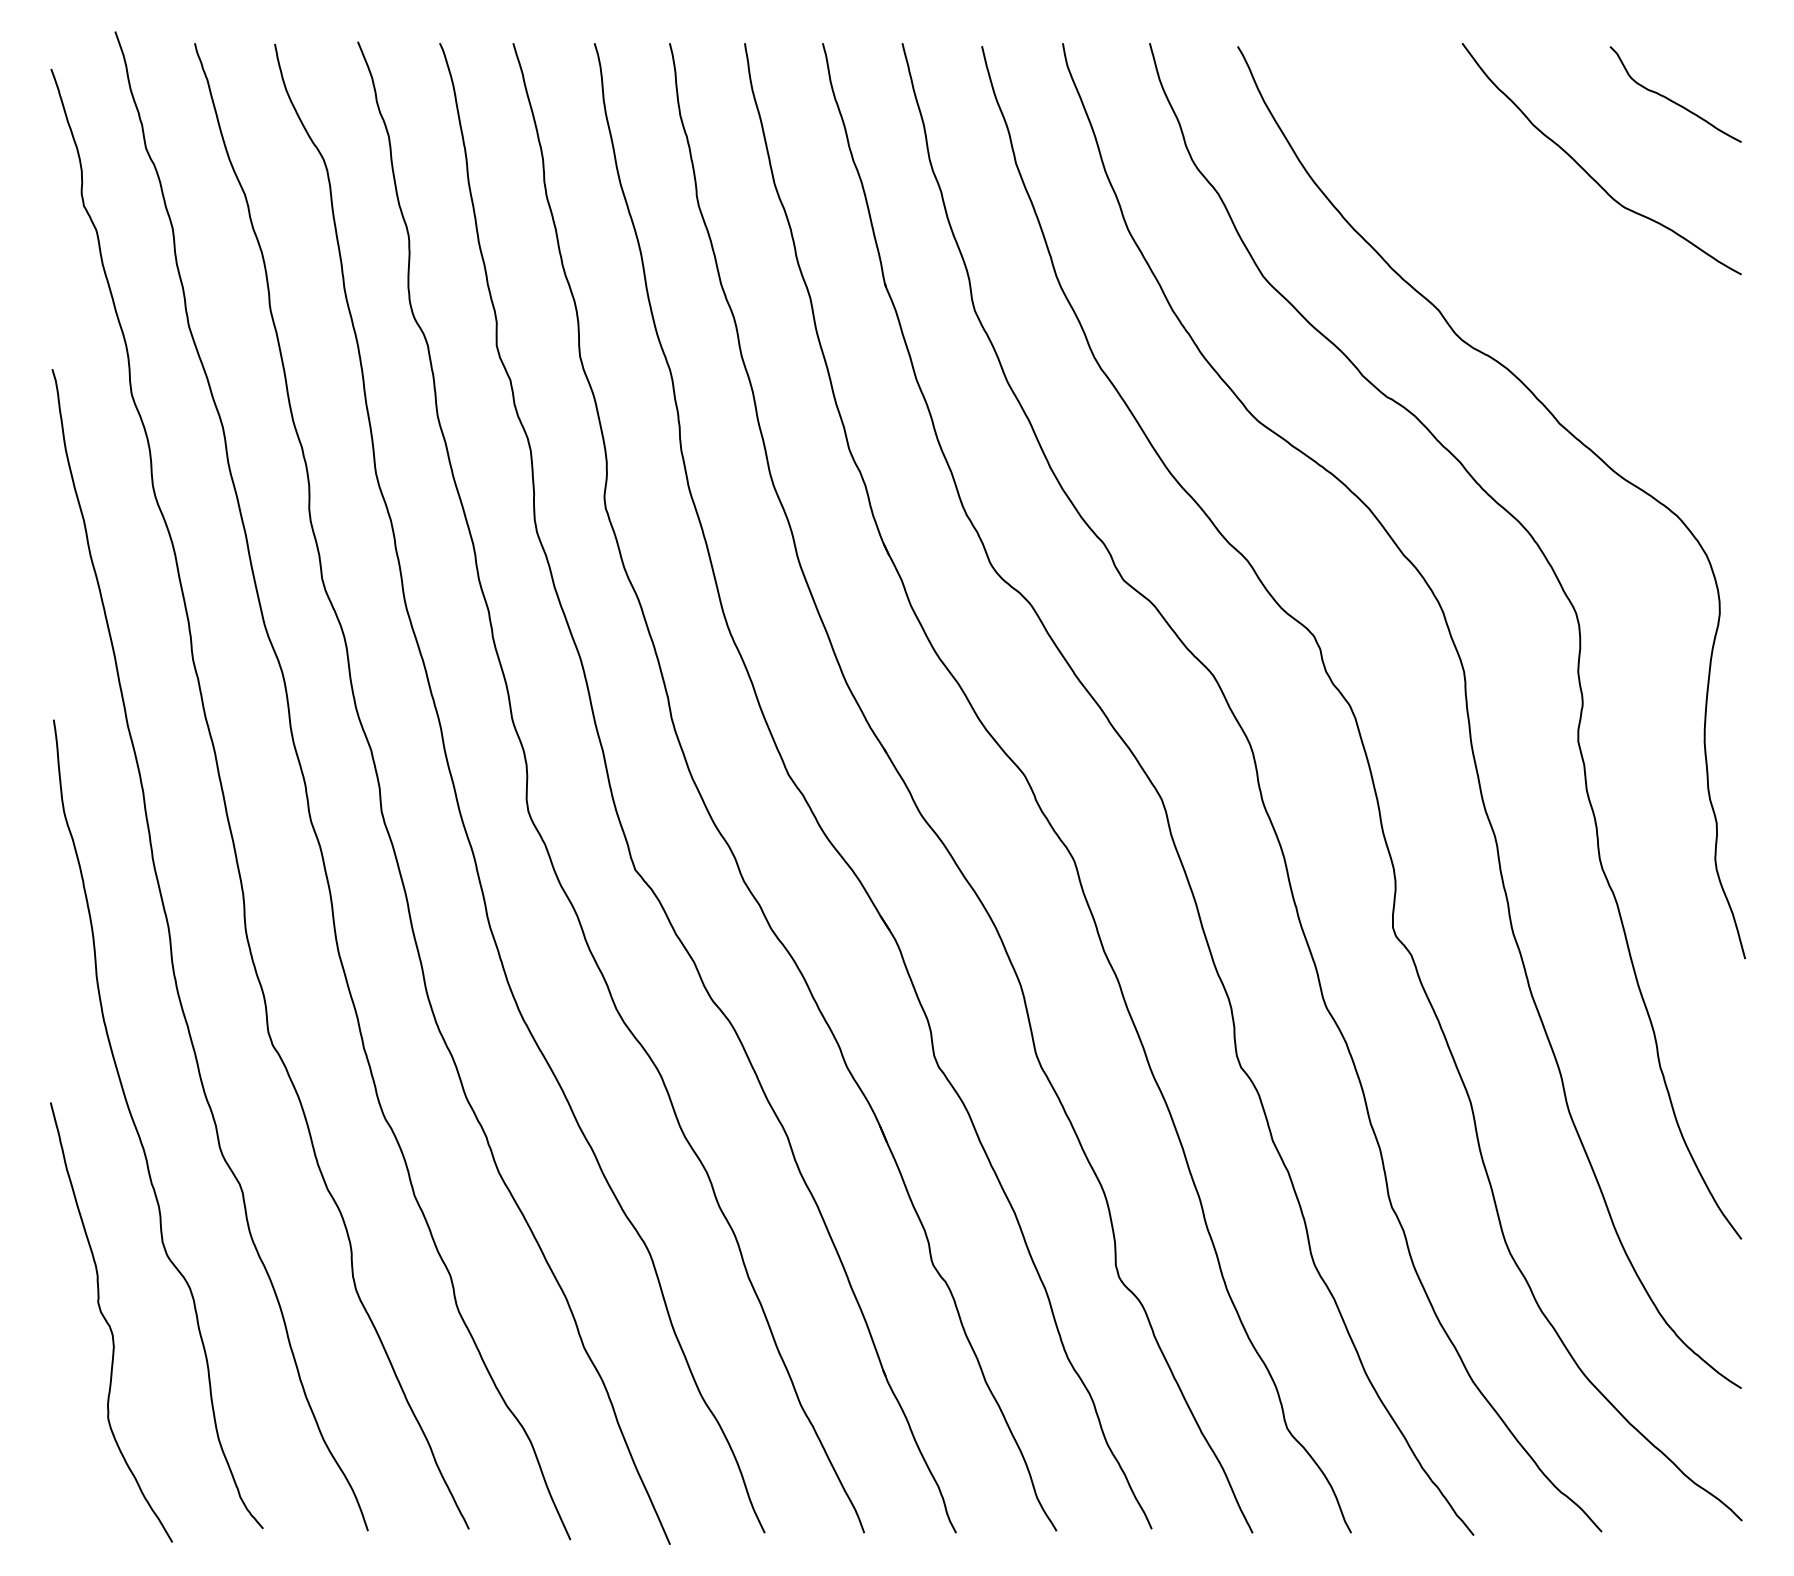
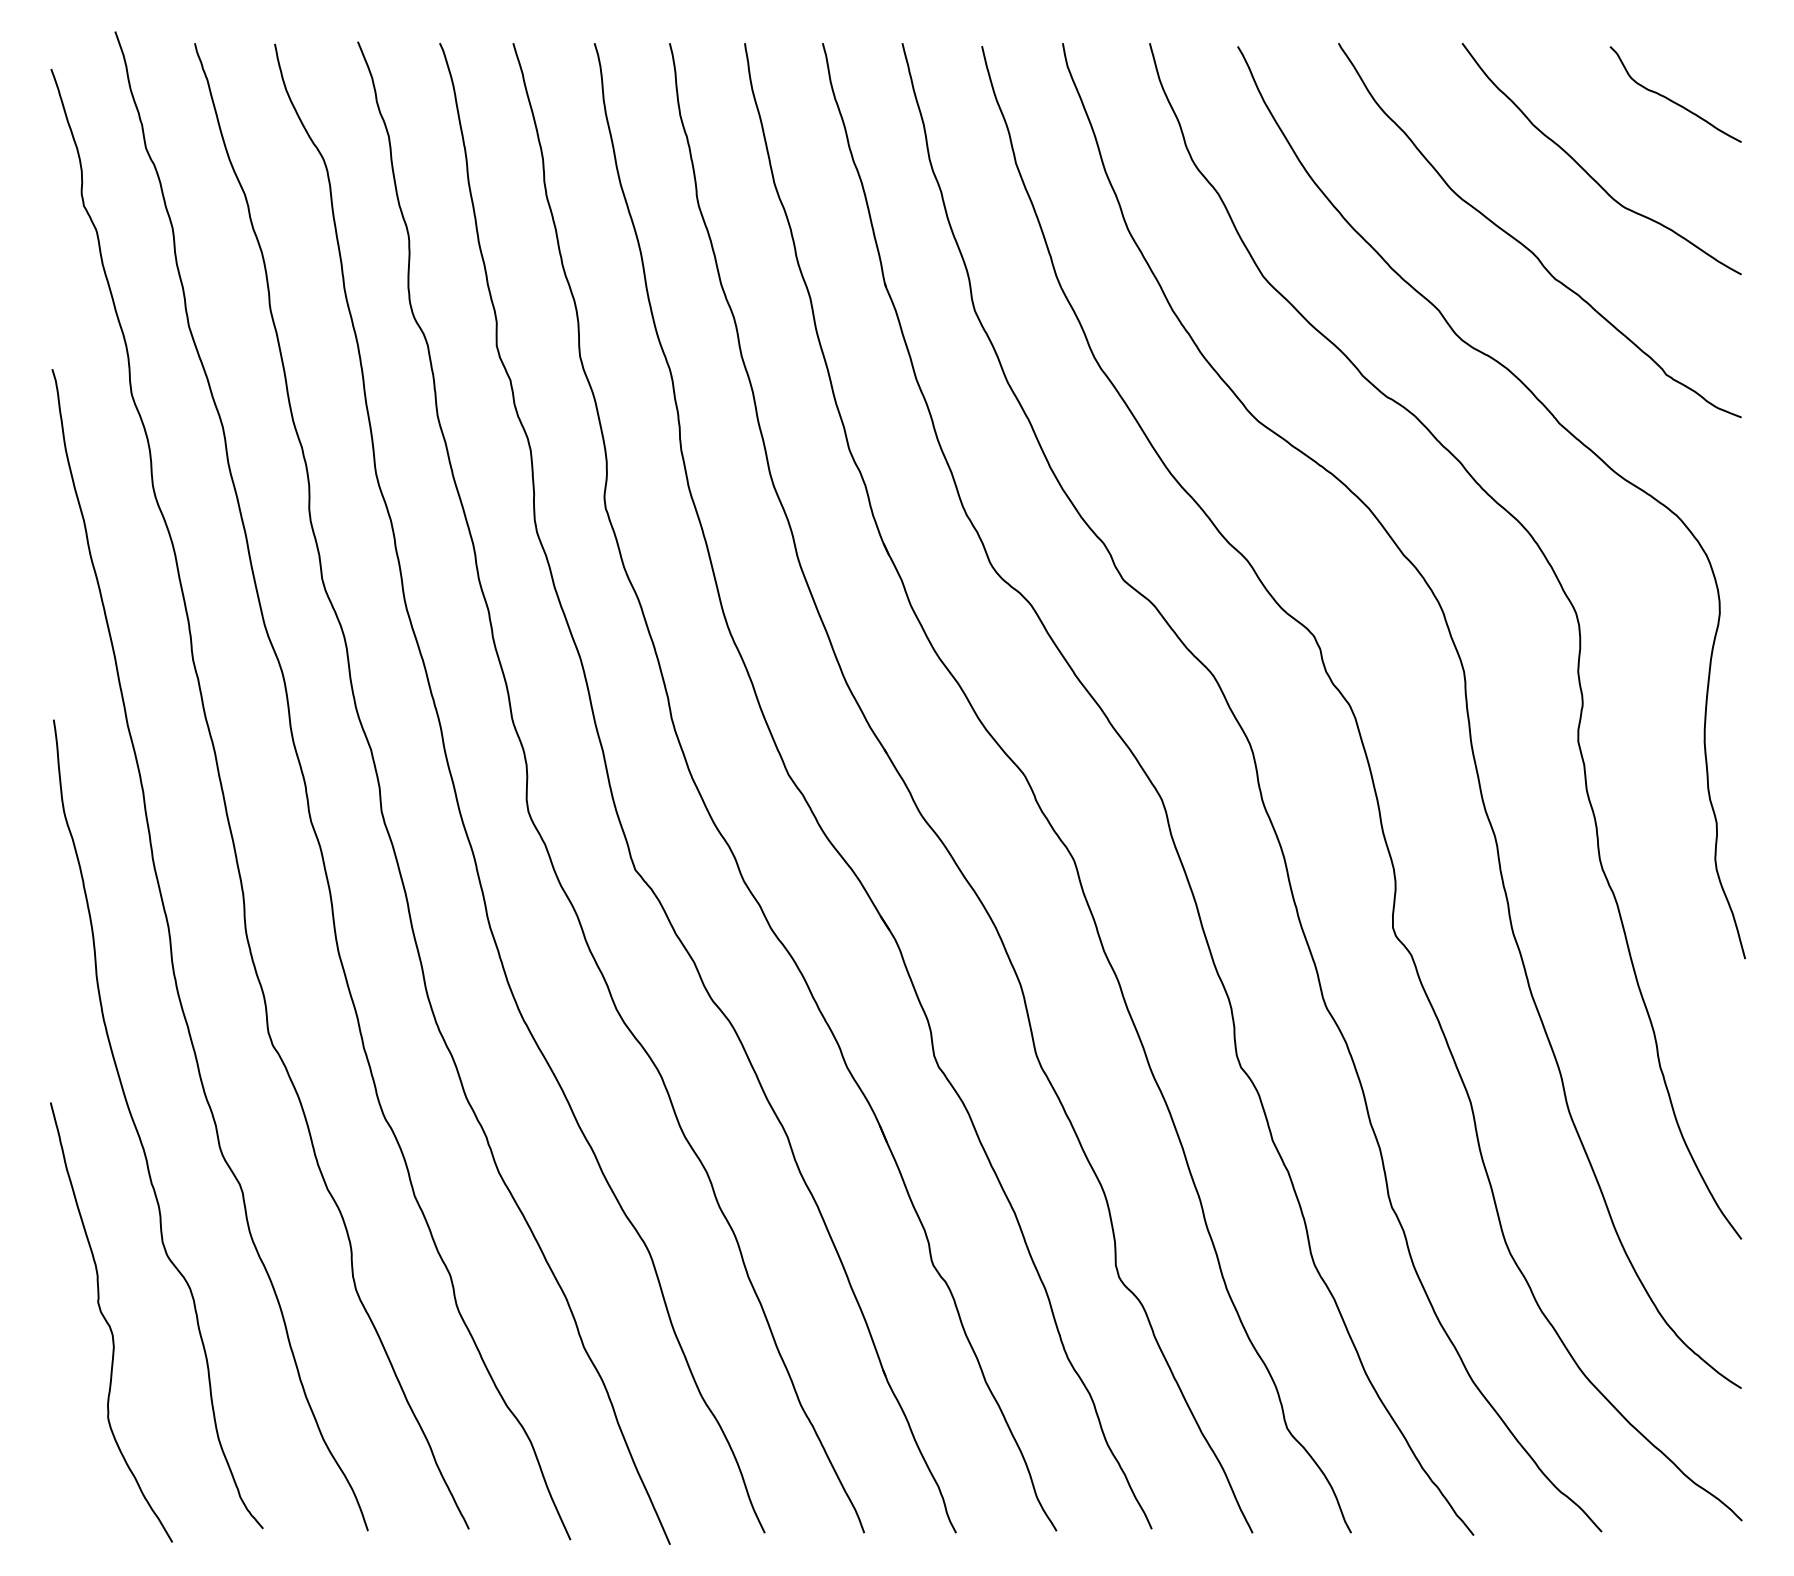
curve at (1525, 245): none -> present
